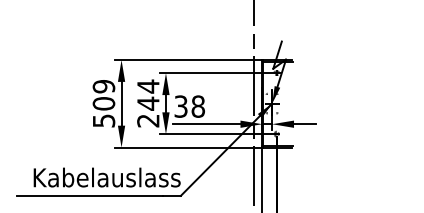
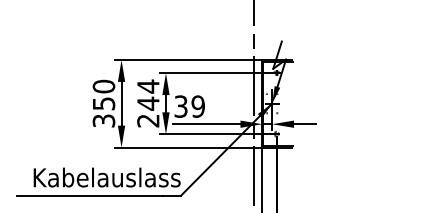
text at (103, 102): 509 -> 350
text at (198, 106): 38 -> 39
